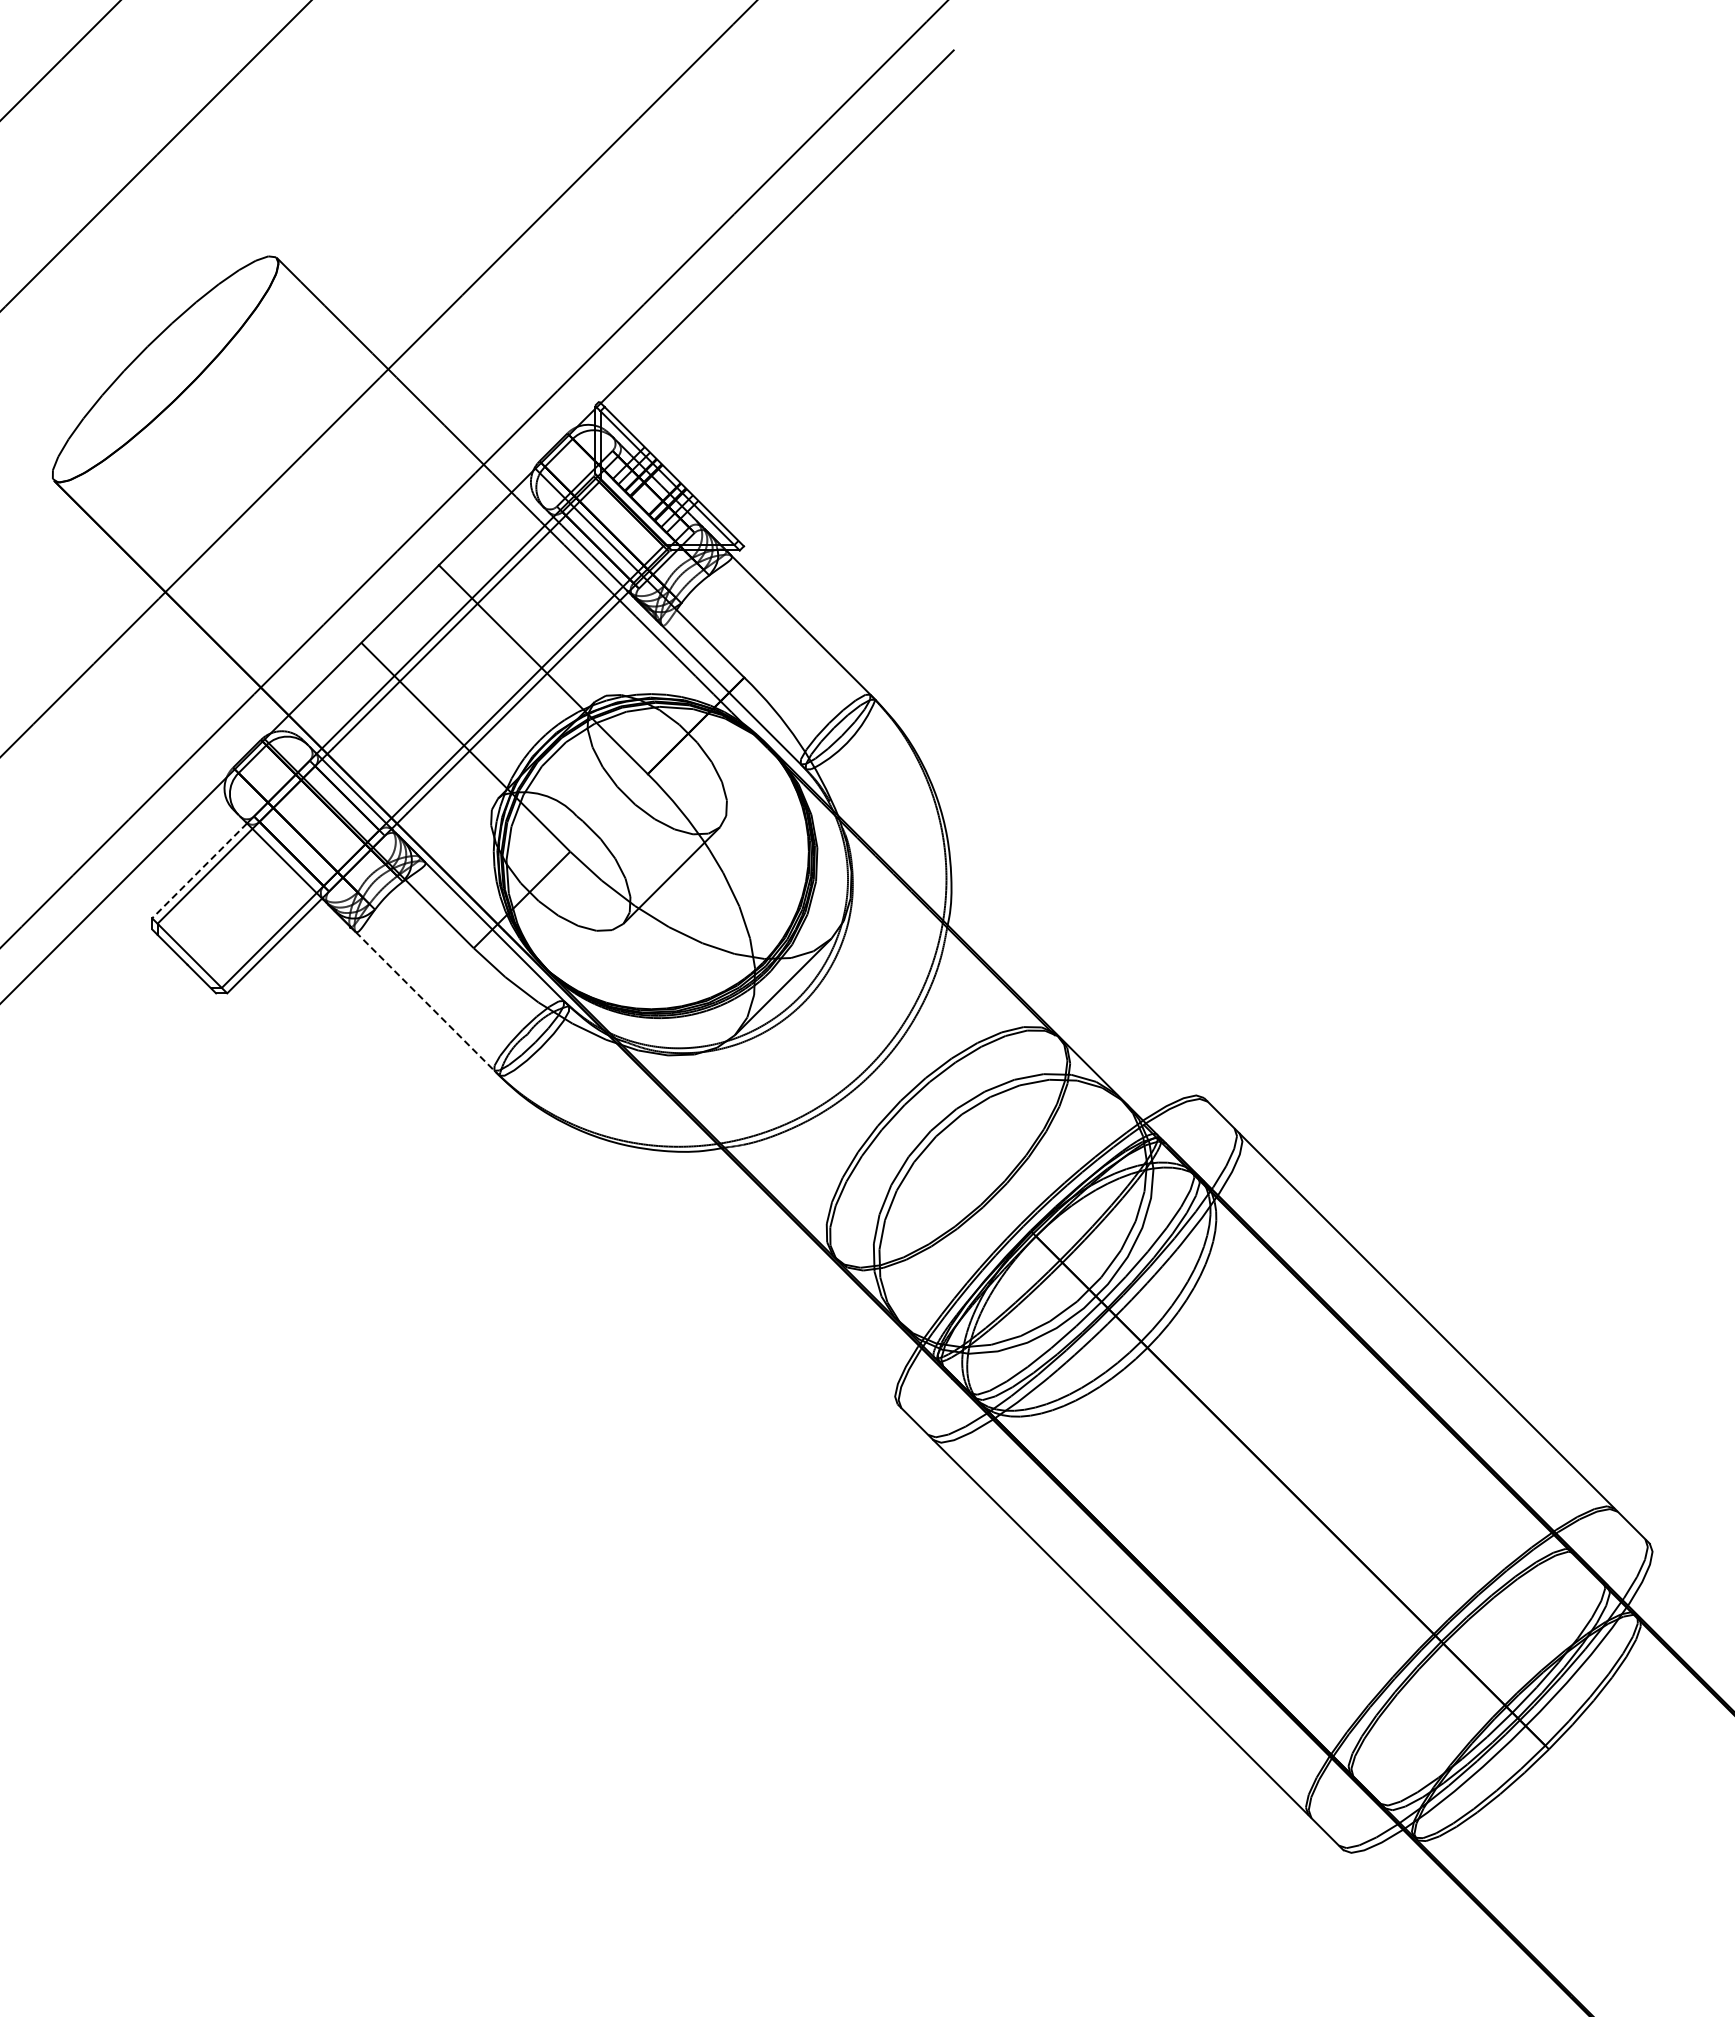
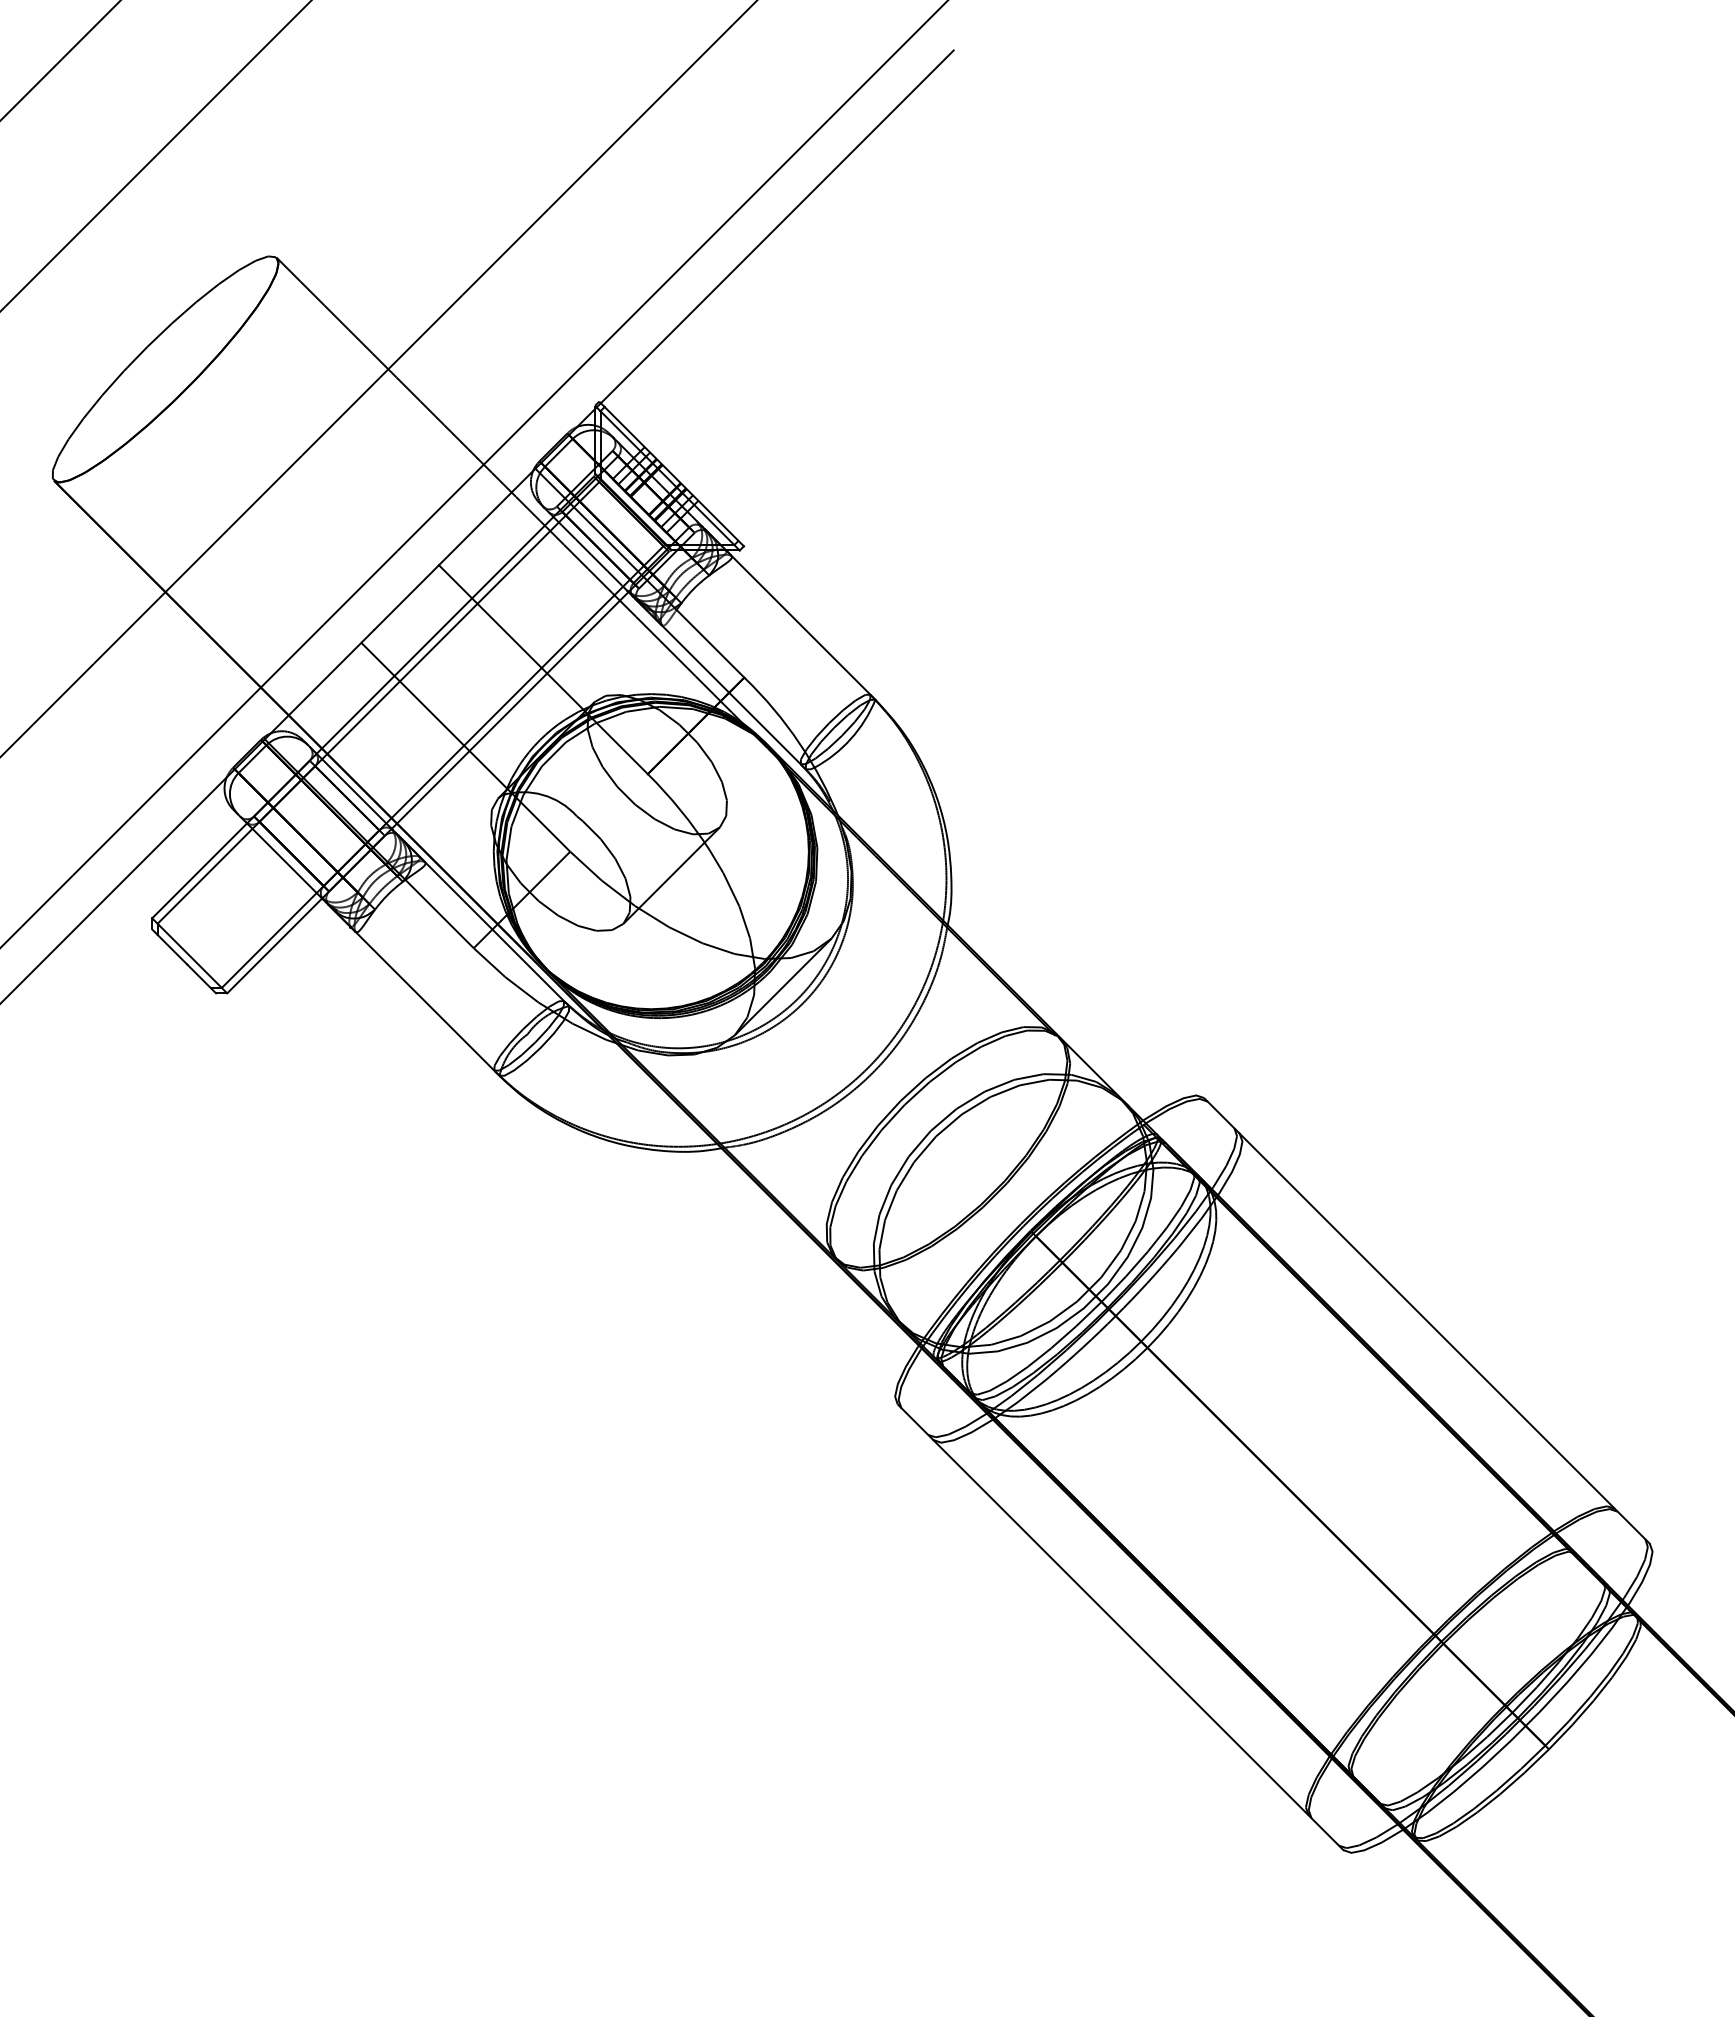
line at (199, 871): dashed -> solid
line at (427, 1003): dashed -> solid
